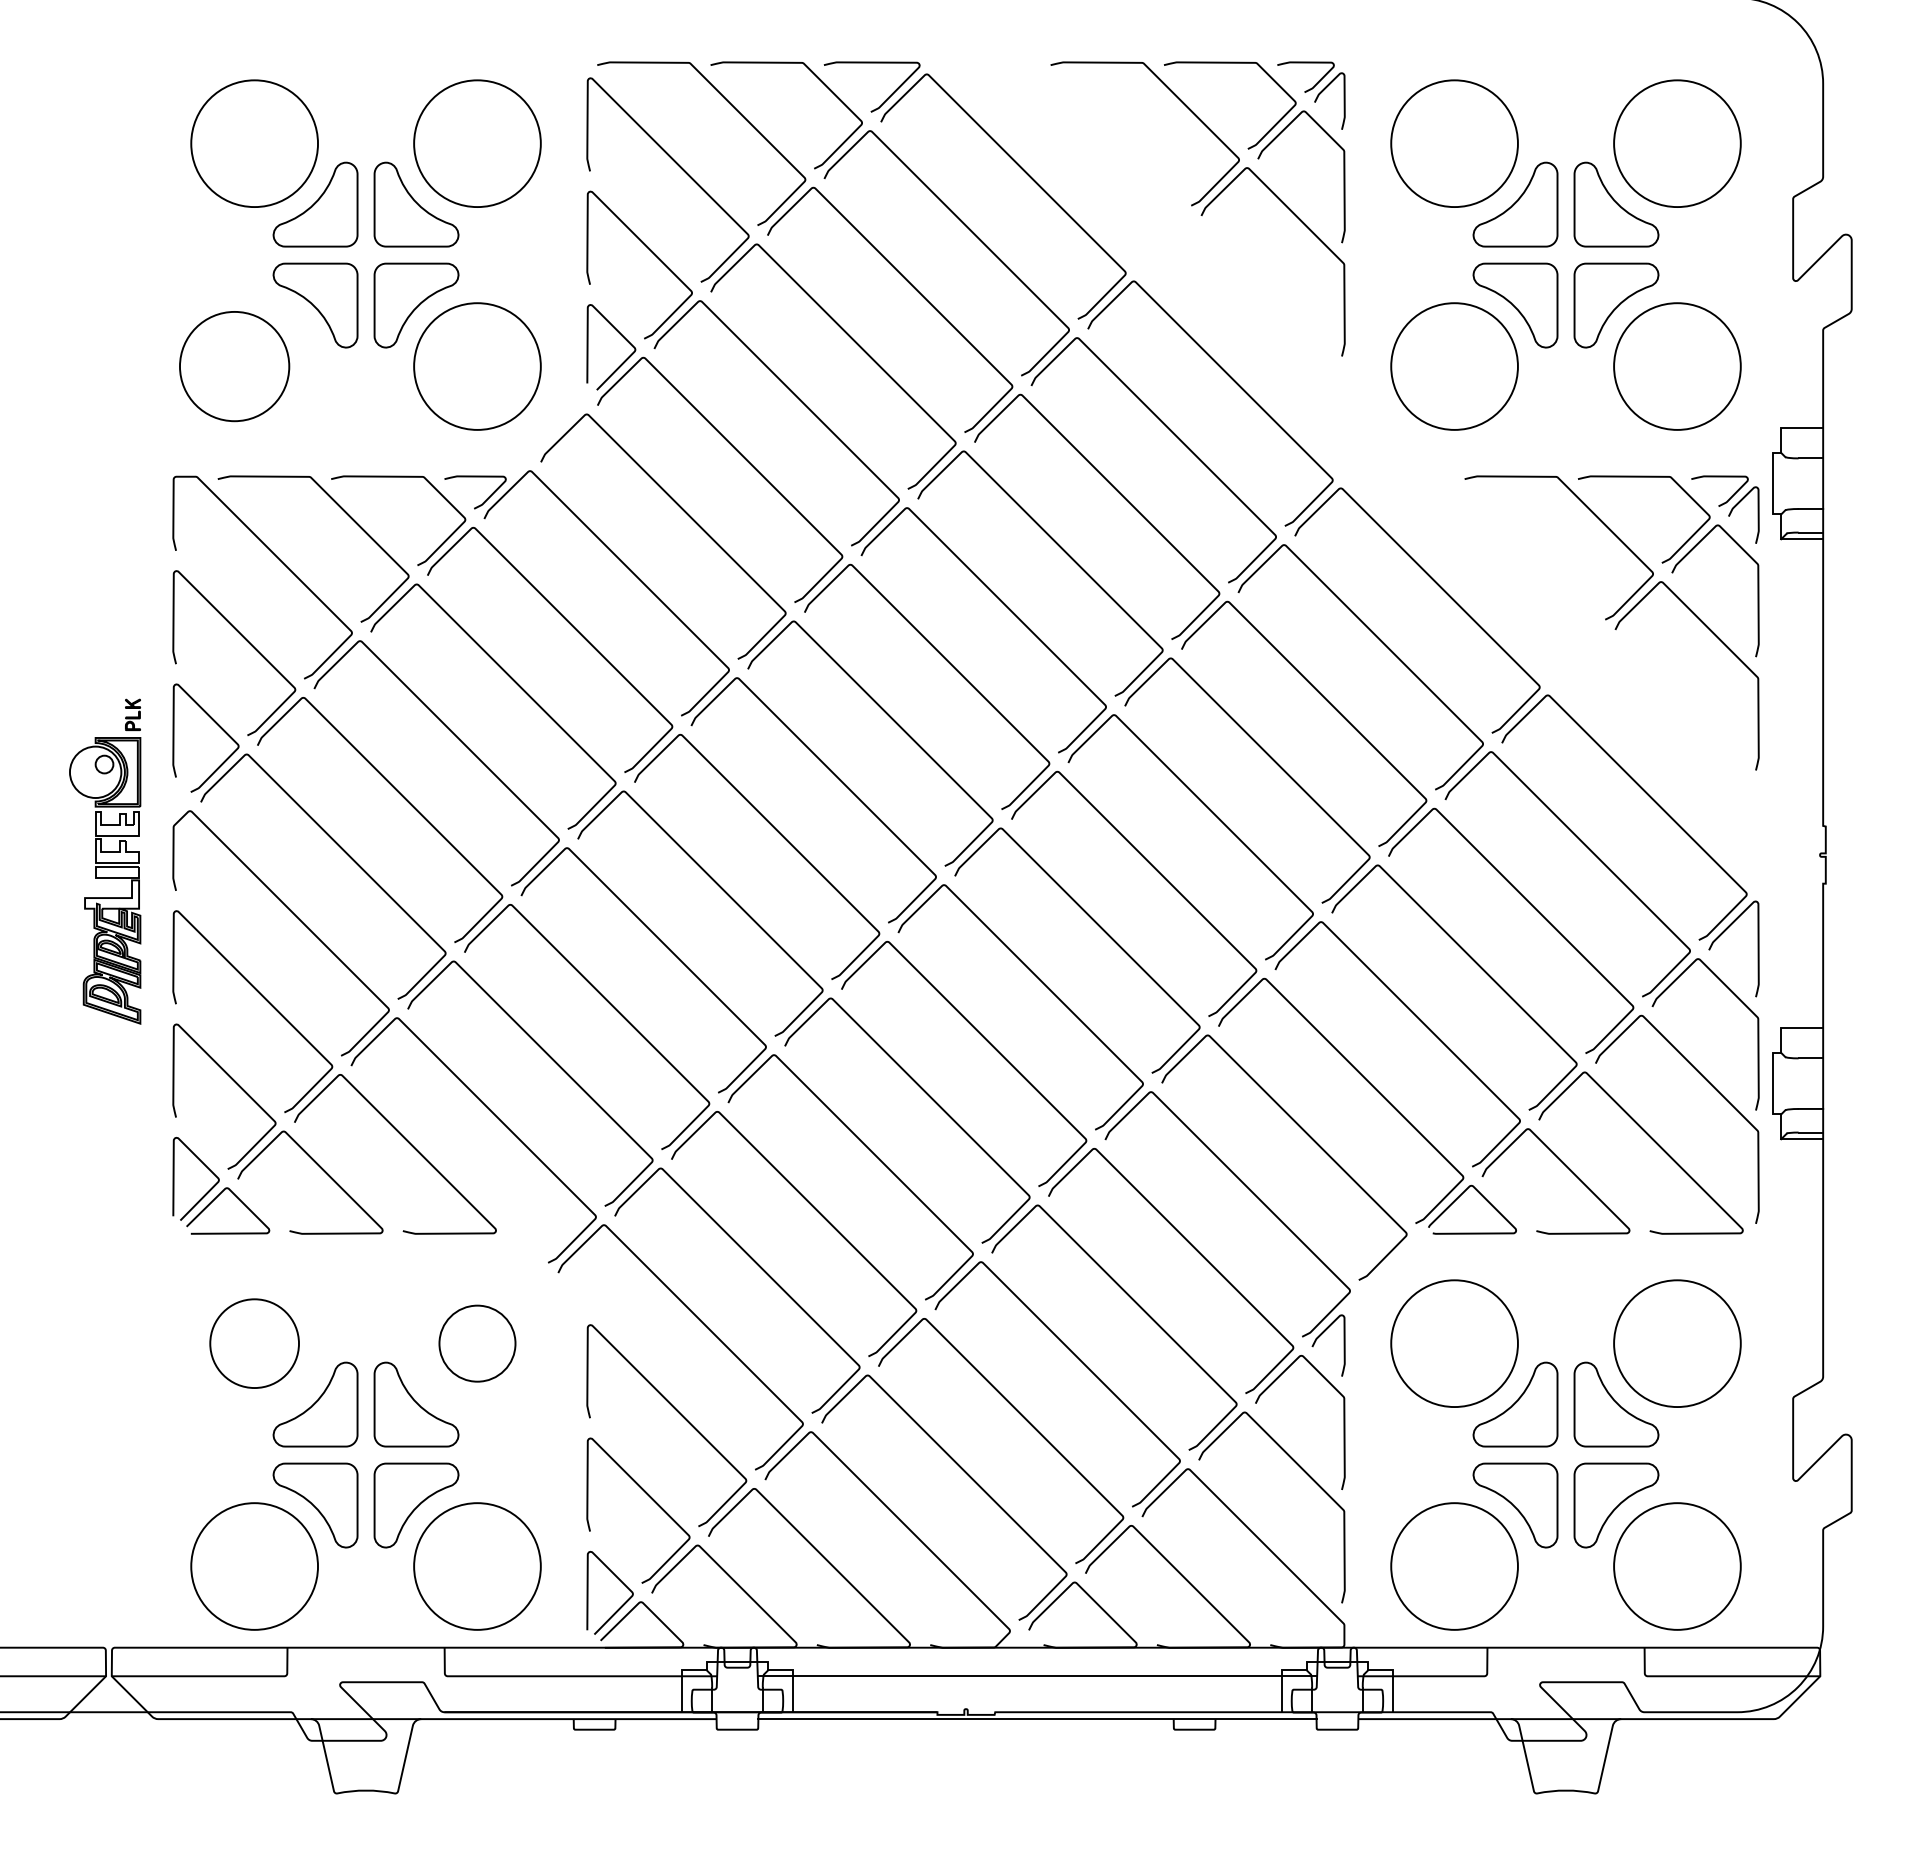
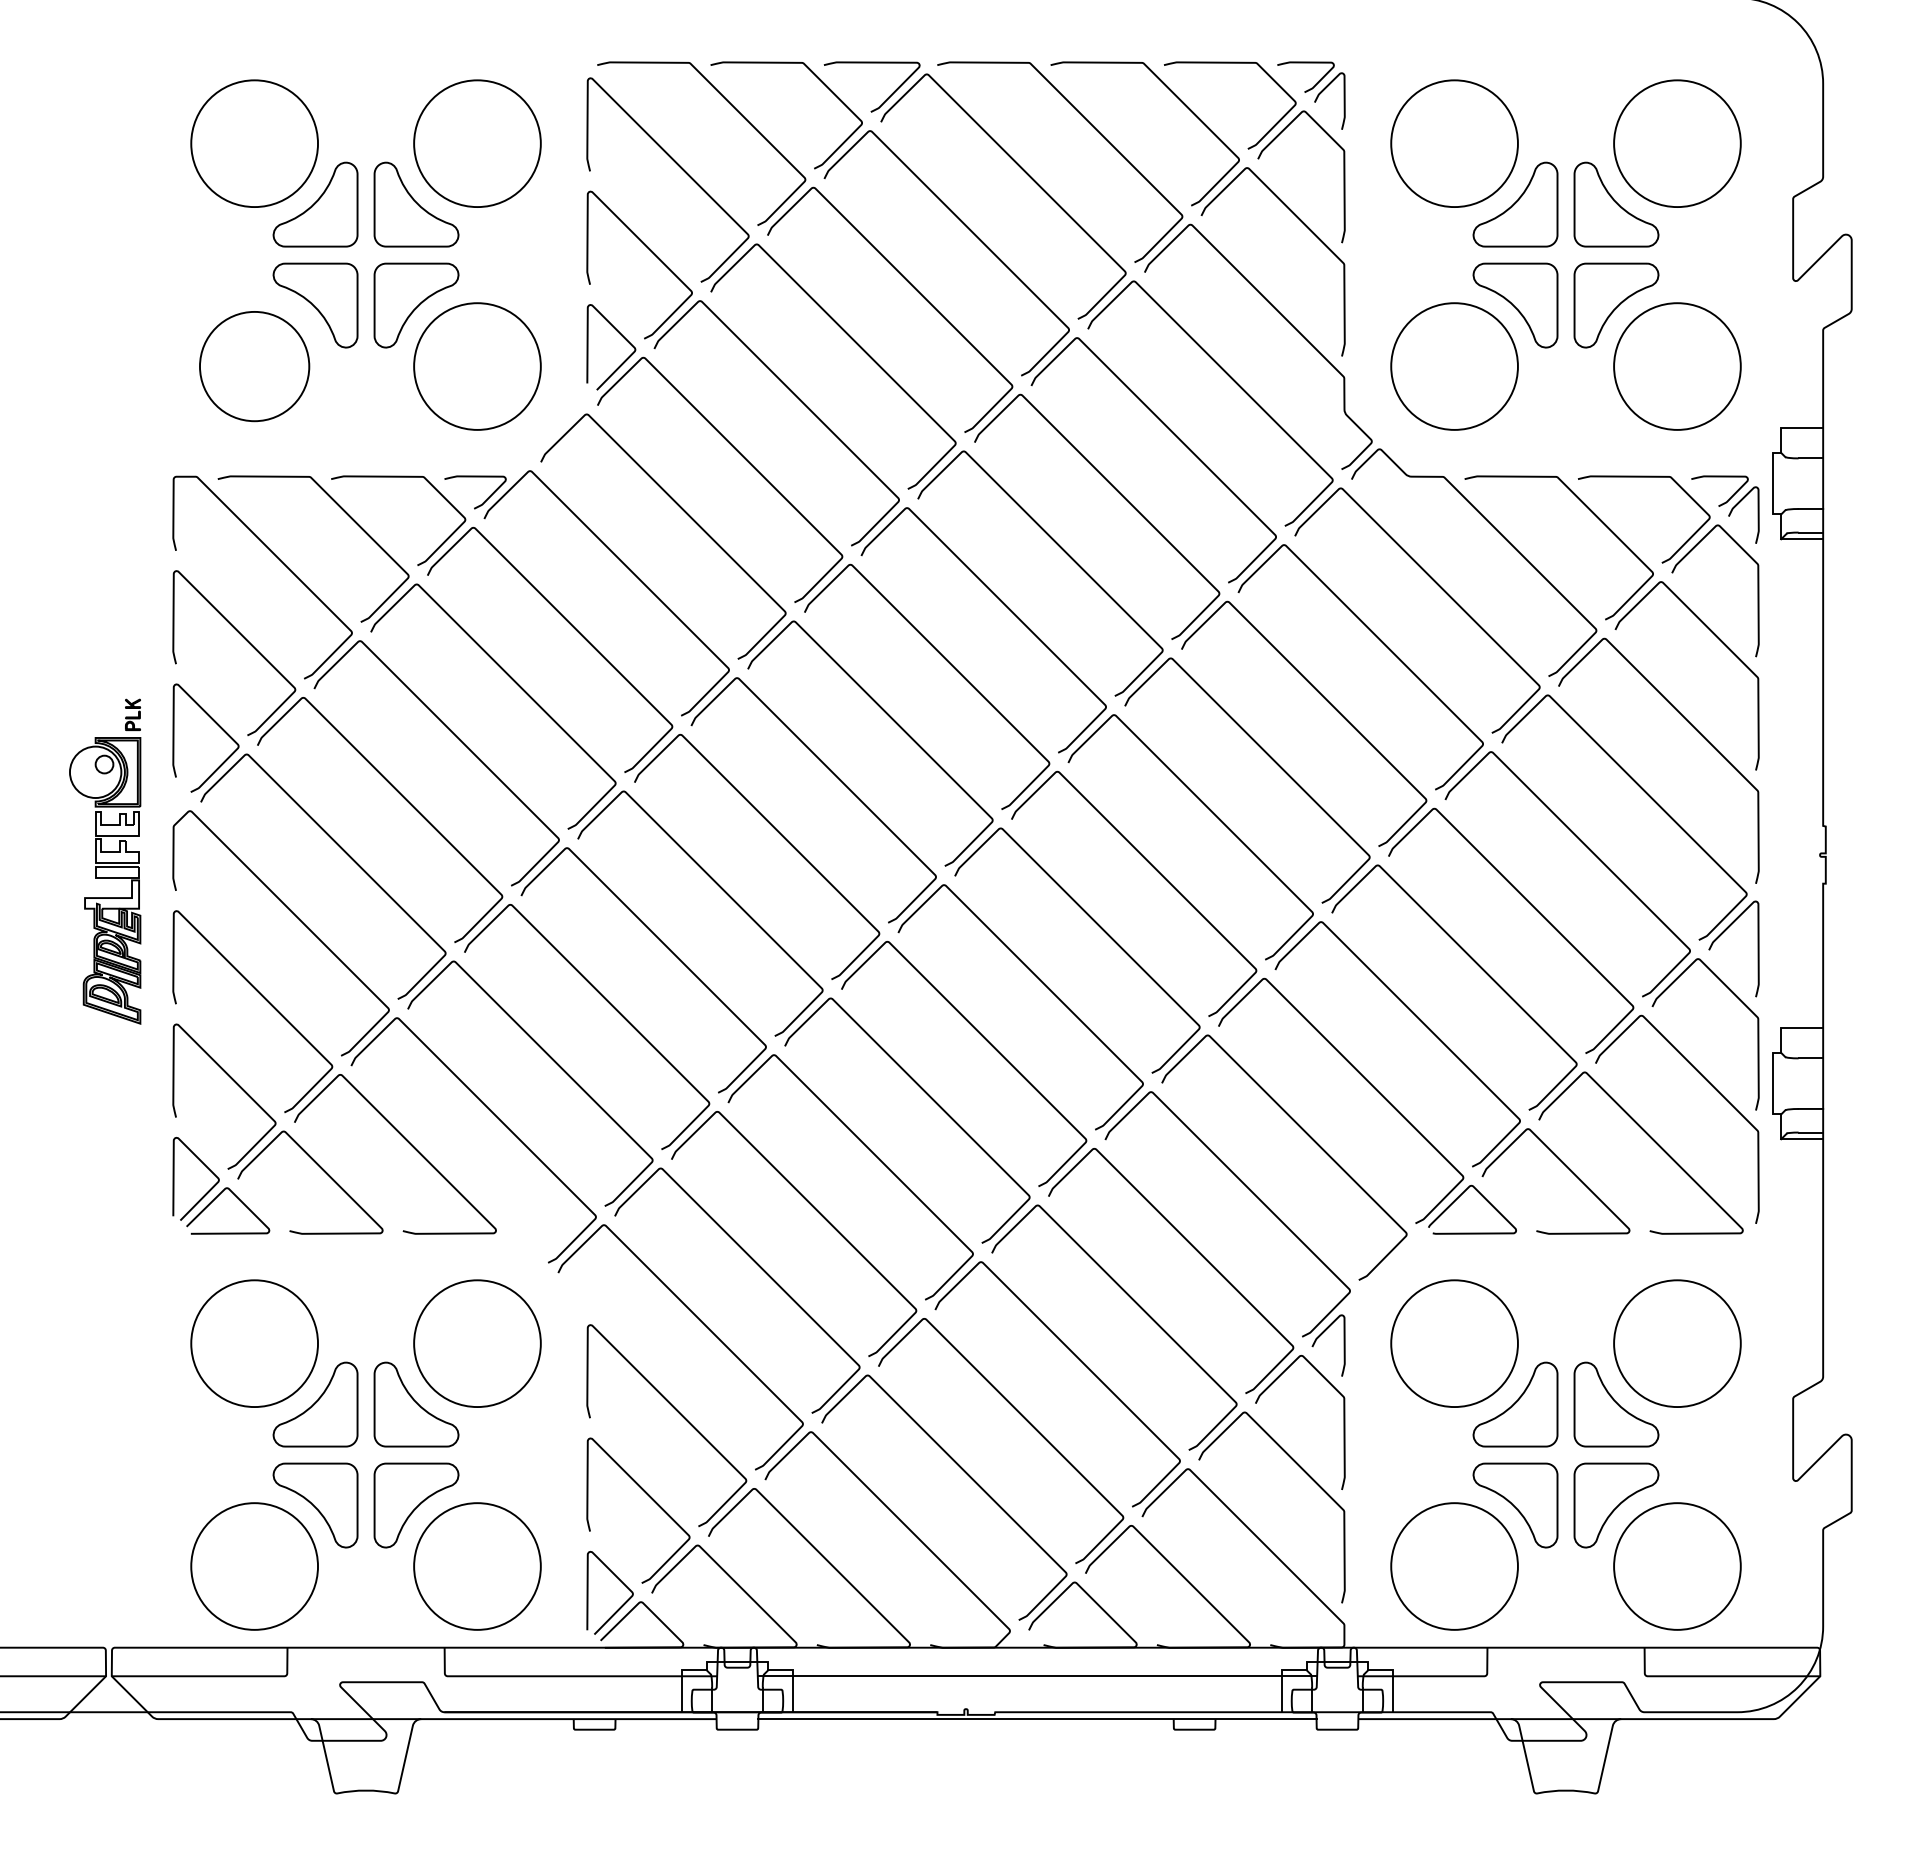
circle at (234, 366) position: (234, 366) -> (254, 366)
part at (1348, 472): none -> present
circle at (254, 1343) diameter: 89 px -> 127 px
circle at (477, 1343) diameter: 76 px -> 127 px
